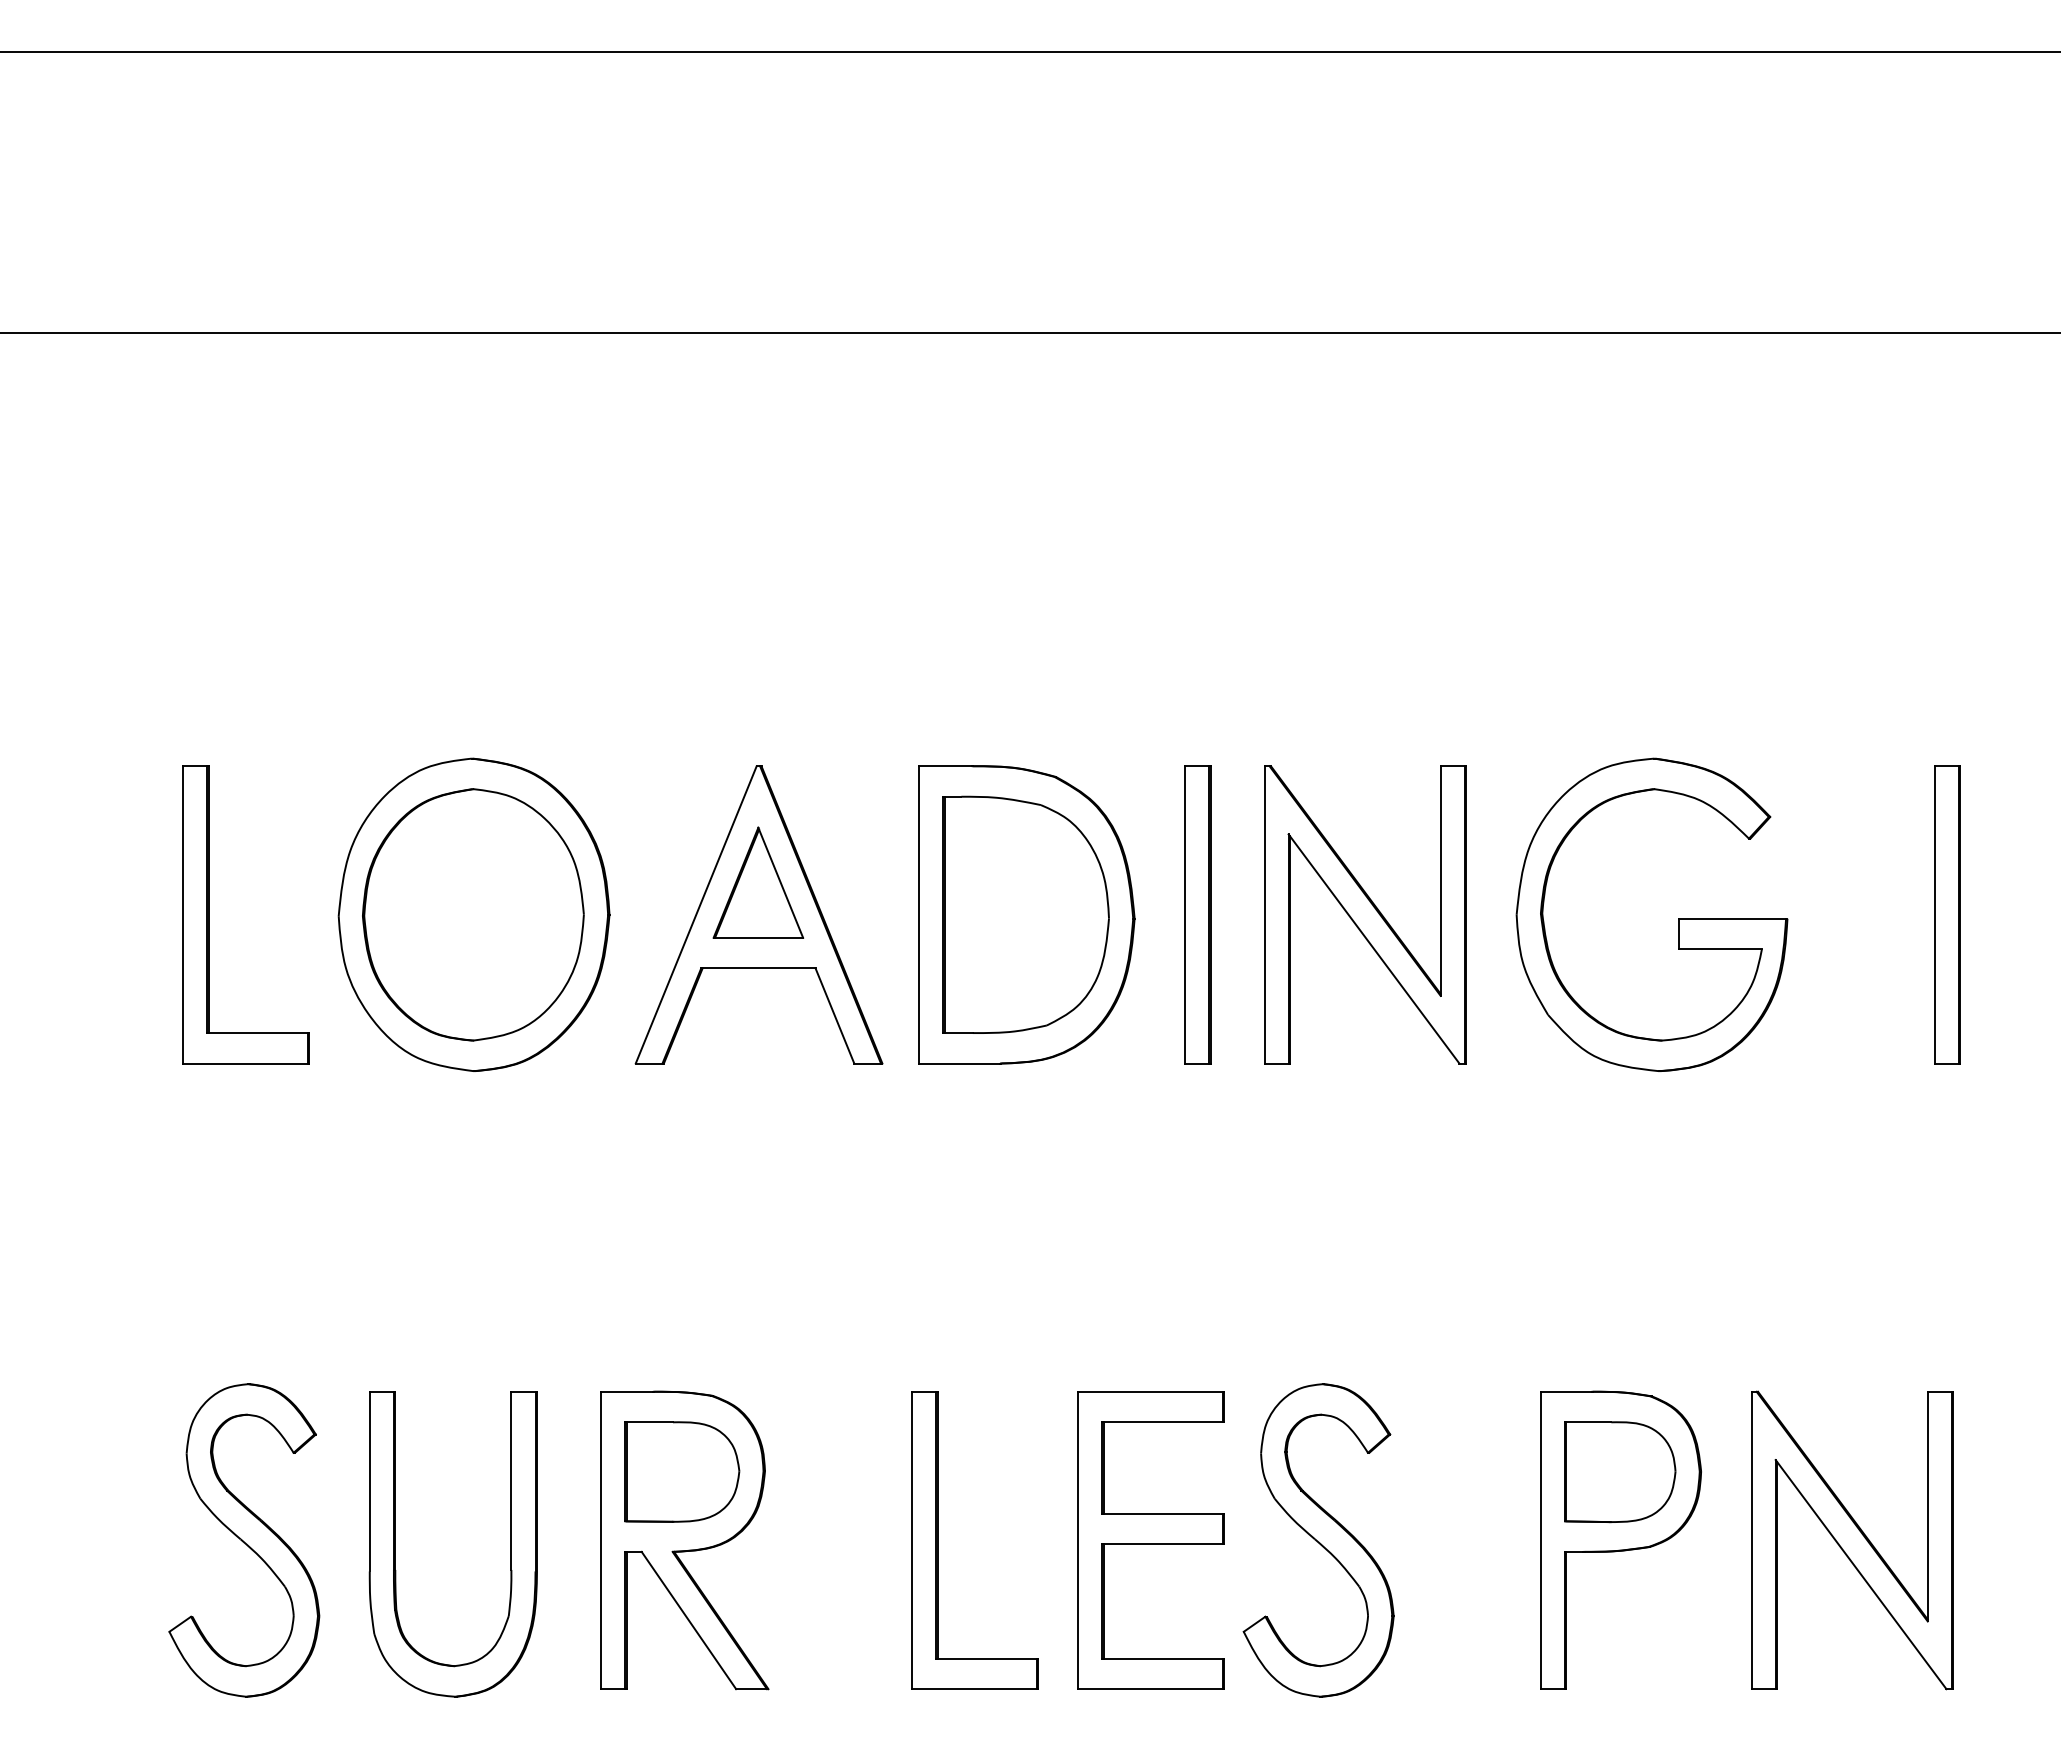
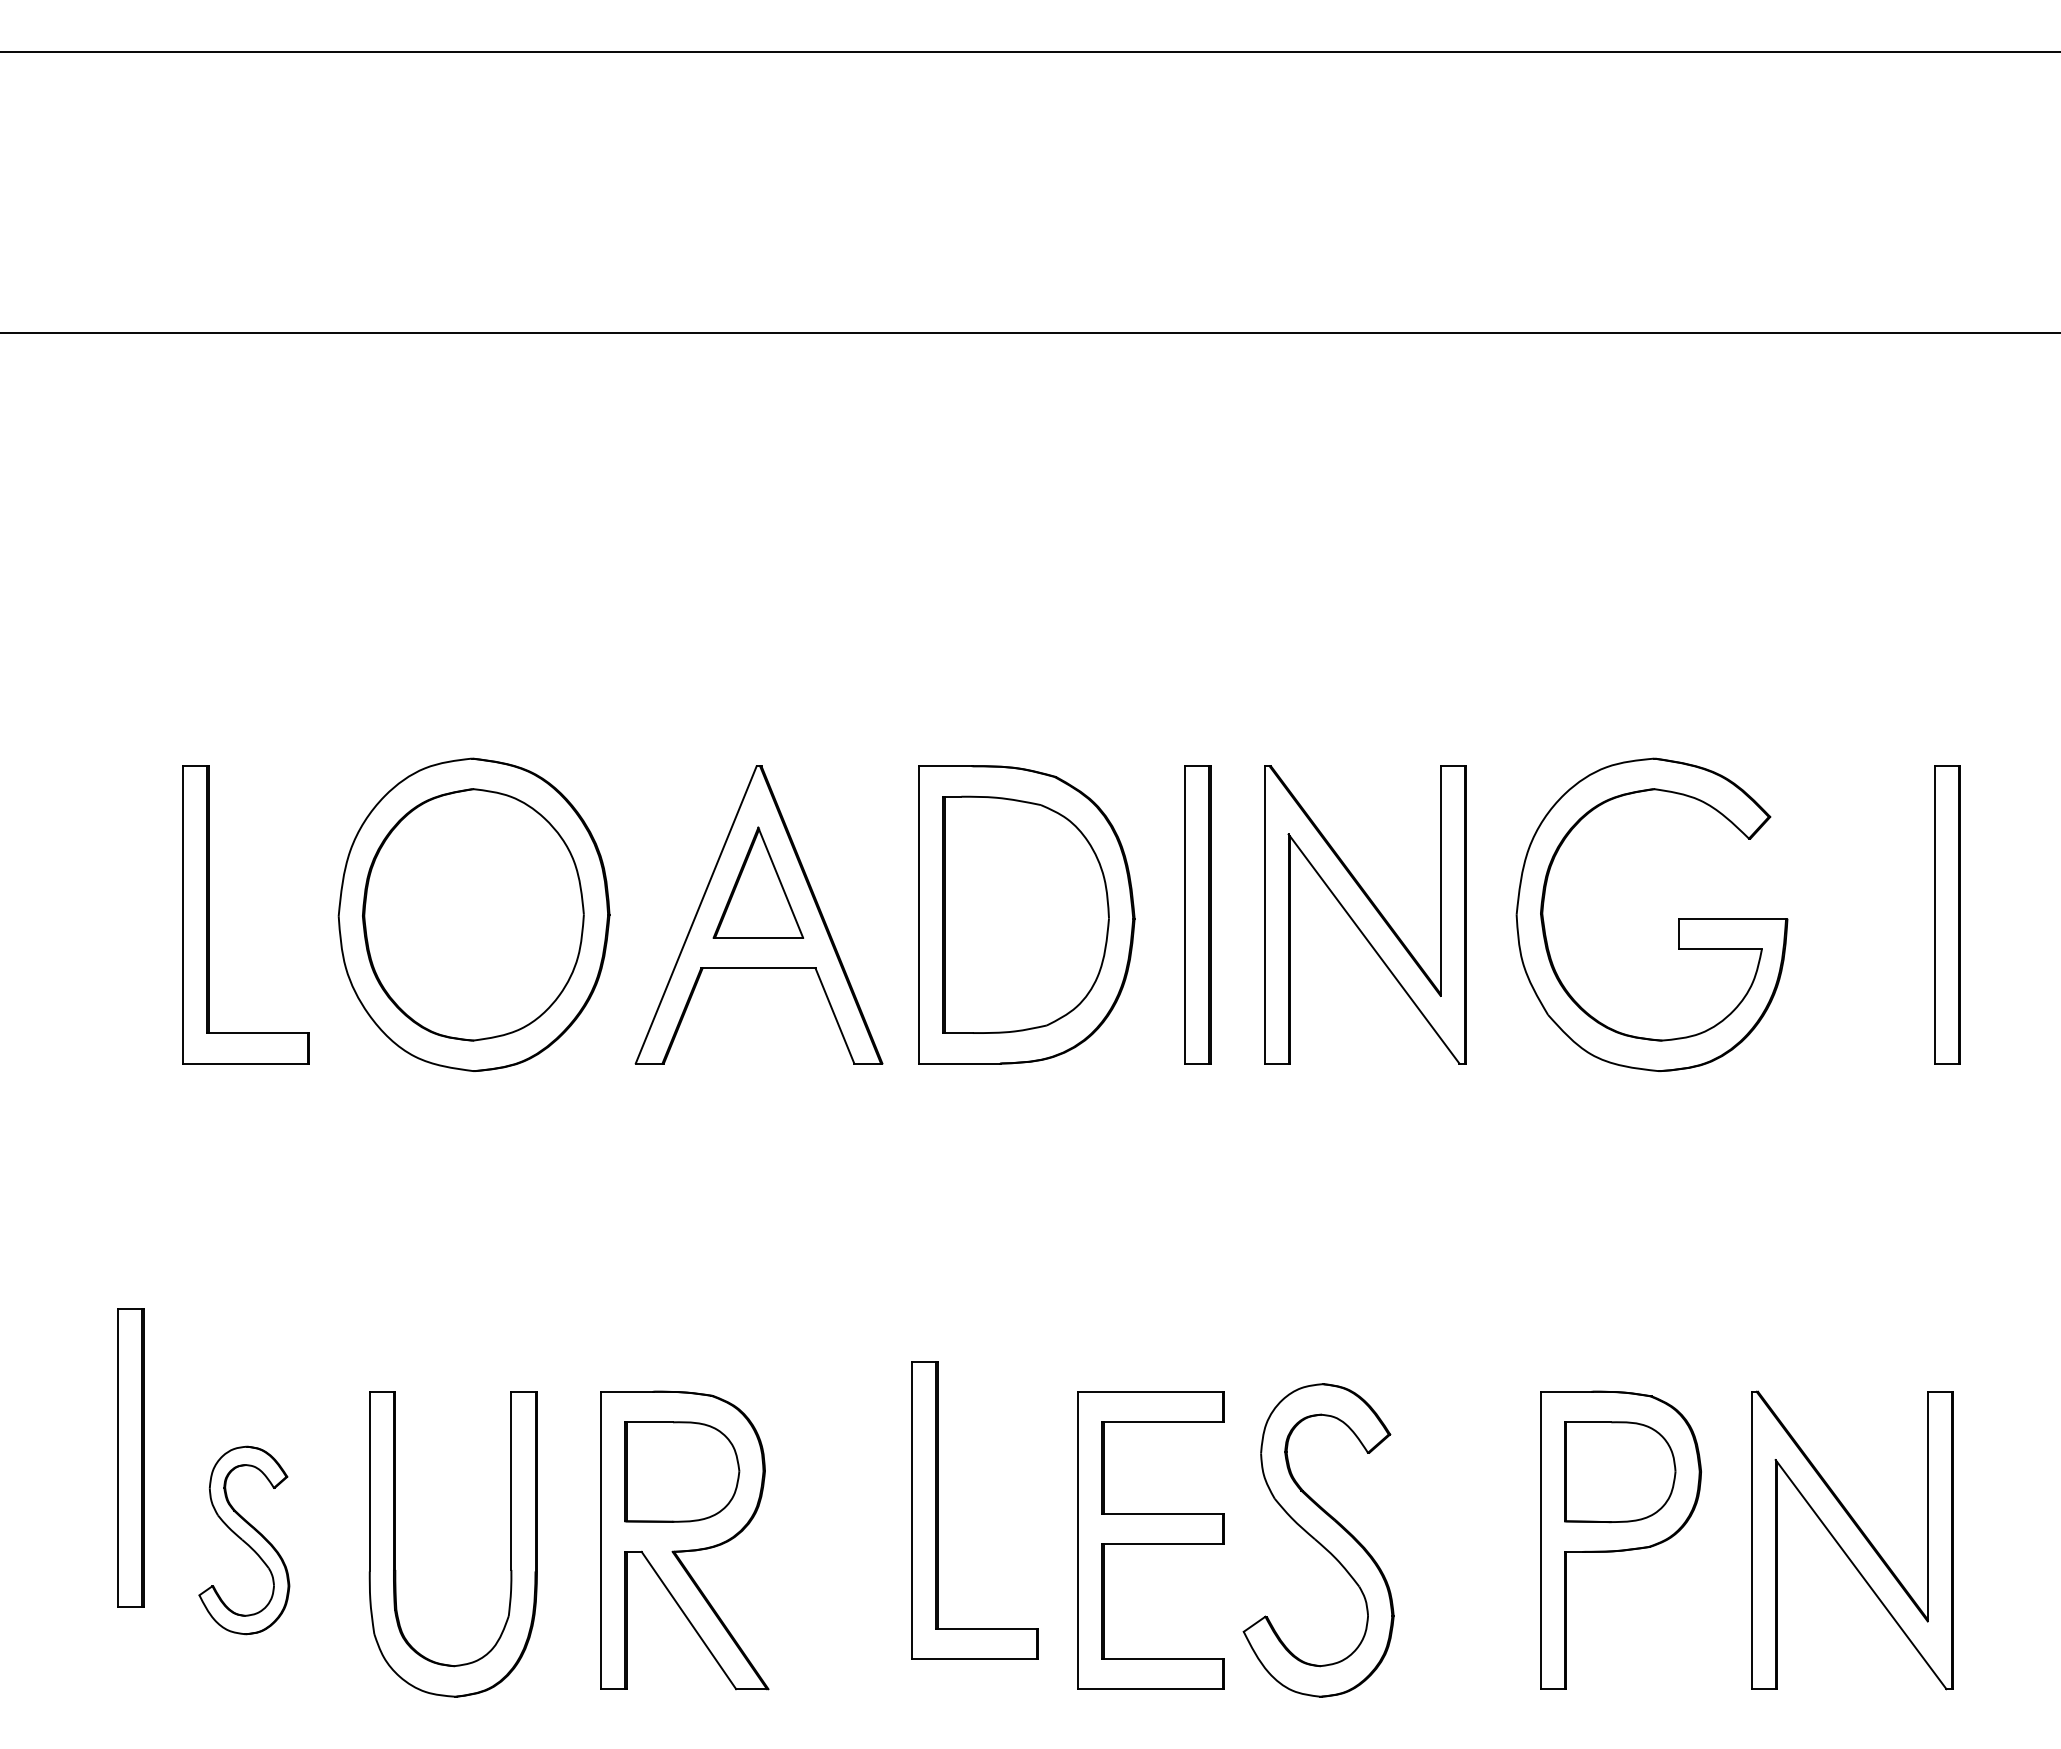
part at (130, 1457): none -> present
part at (244, 1540) size: 153x315 px -> 93x191 px
part at (938, 1540) position: (938, 1540) -> (938, 1510)
